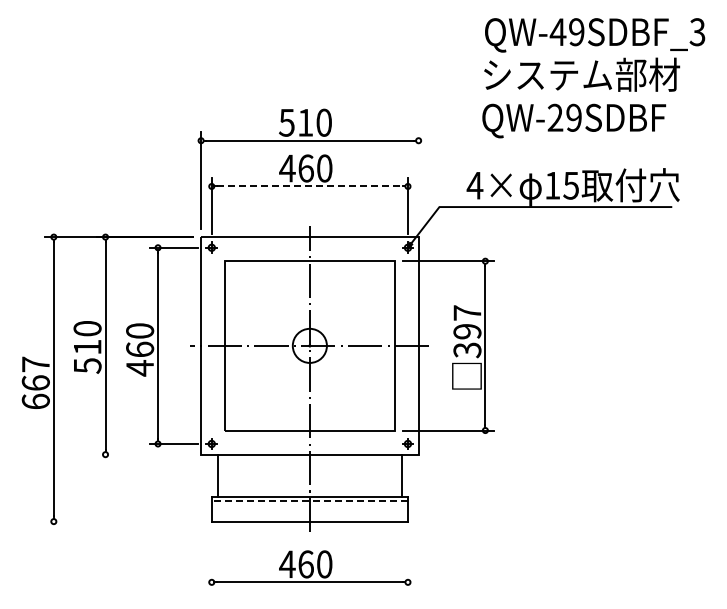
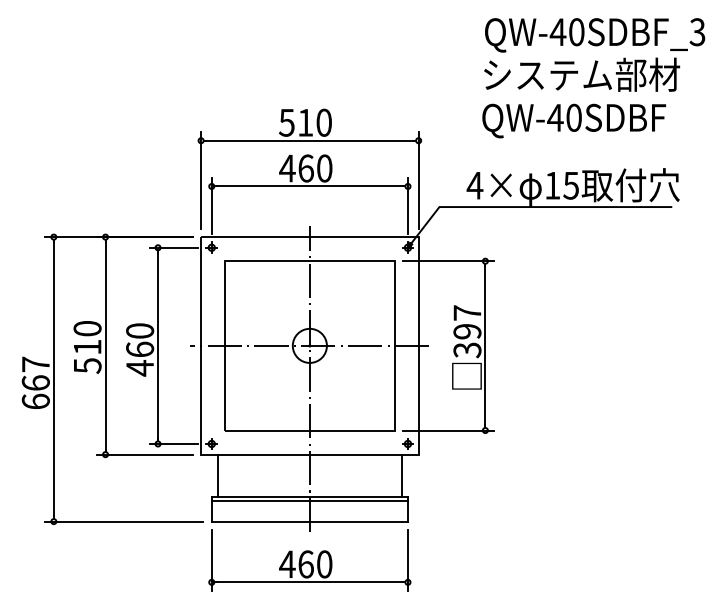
text at (576, 32): QW-49SDBF_3 -> QW-40SDBF_3
text at (564, 117): QW-29SDBF -> QW-40SDBF
line at (418, 180): none -> present
line at (309, 186): dashed -> solid
line at (144, 454): none -> present
line at (309, 501): dashed -> solid
line at (124, 521): none -> present
line at (211, 560): none -> present
line at (407, 560): none -> present
